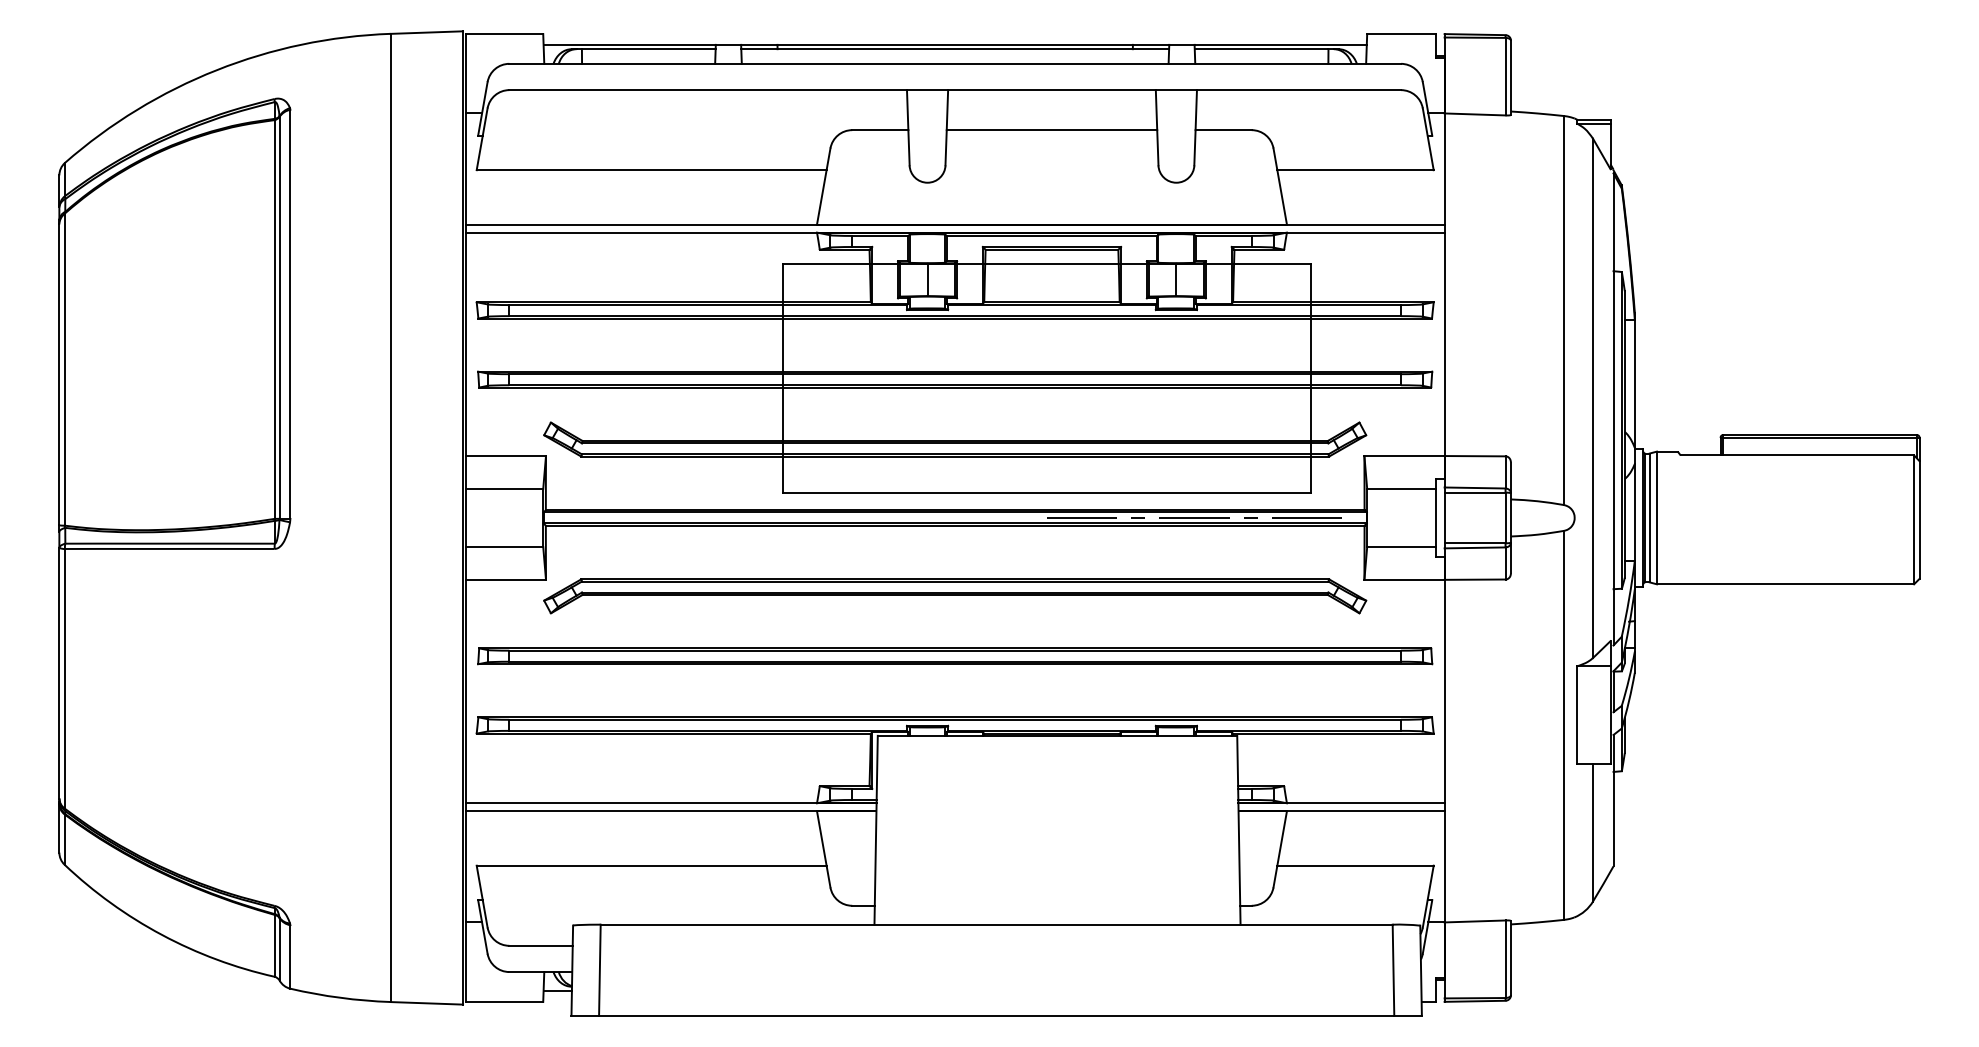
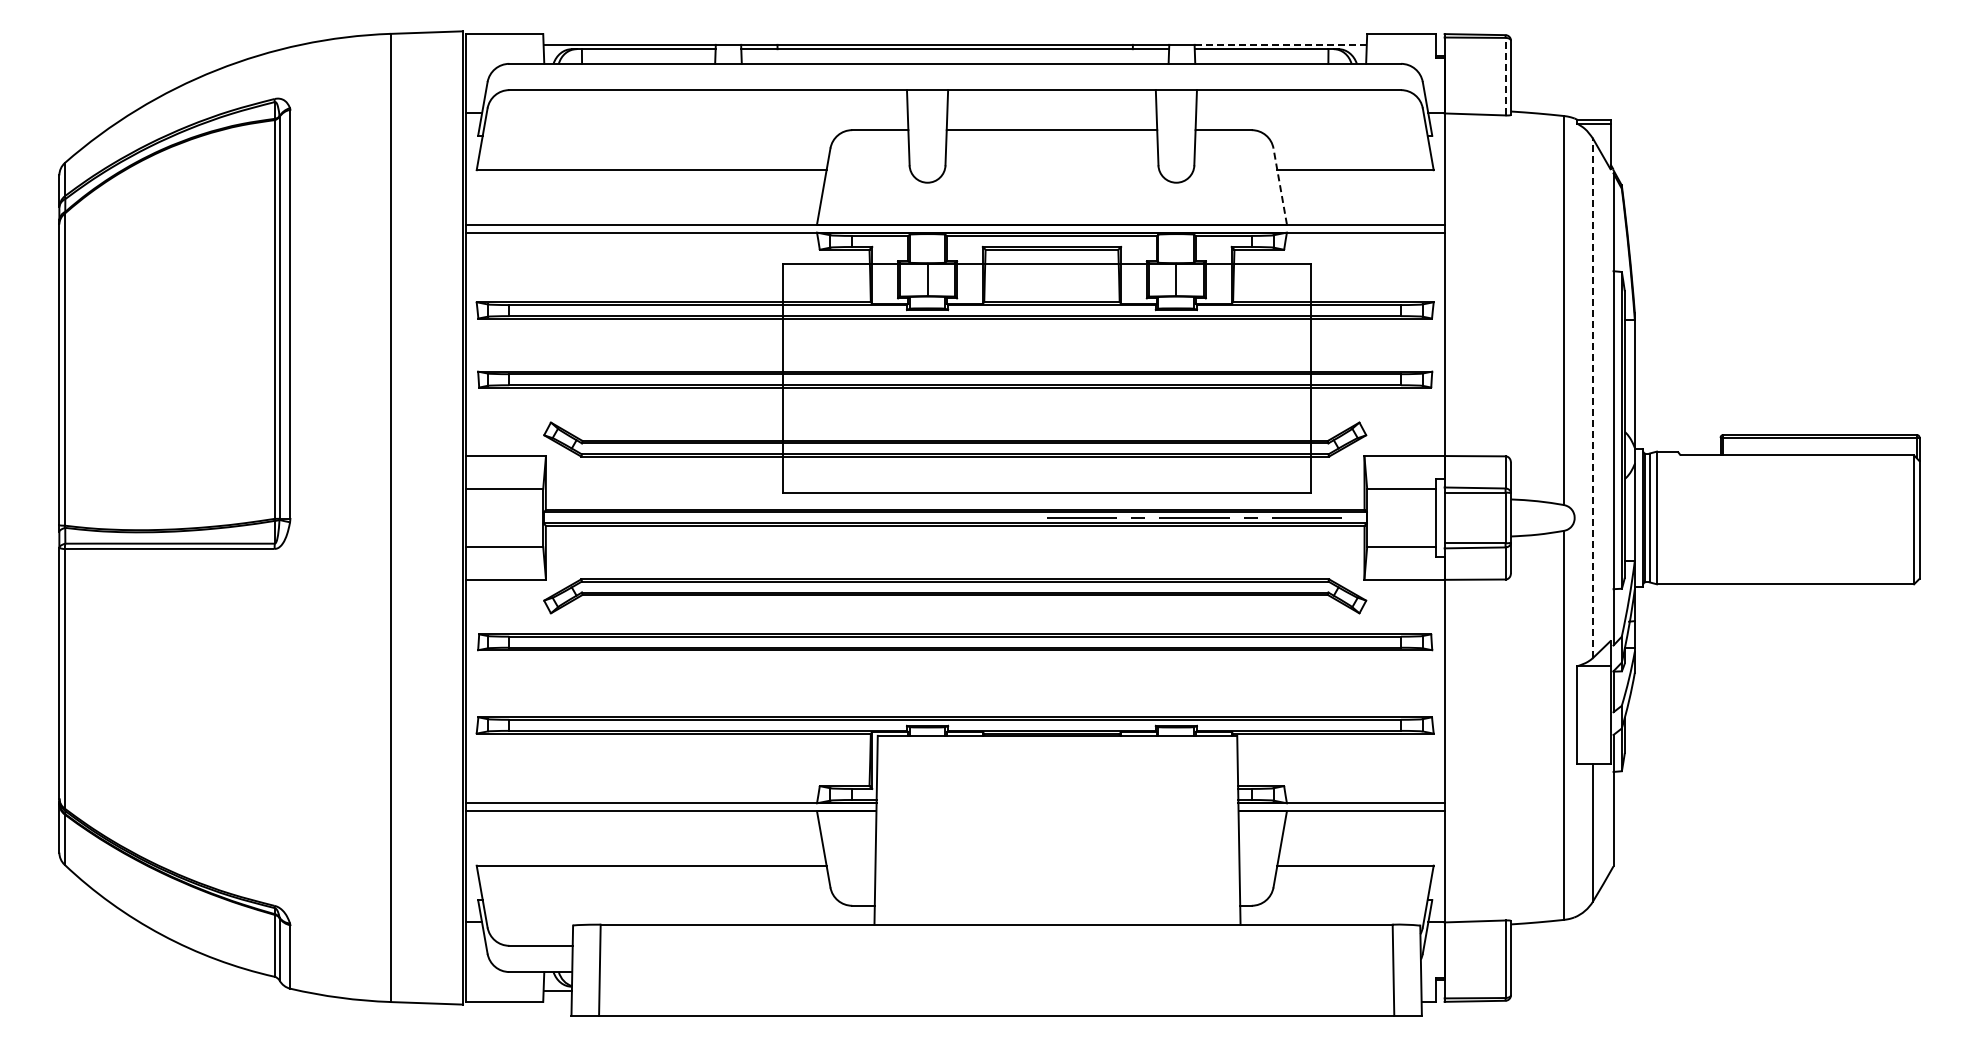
line at (1281, 44): solid -> dashed
line at (1505, 76): solid -> dashed
line at (1280, 186): solid -> dashed
line at (1593, 398): solid -> dashed
part at (955, 656) position: (955, 656) -> (955, 642)
